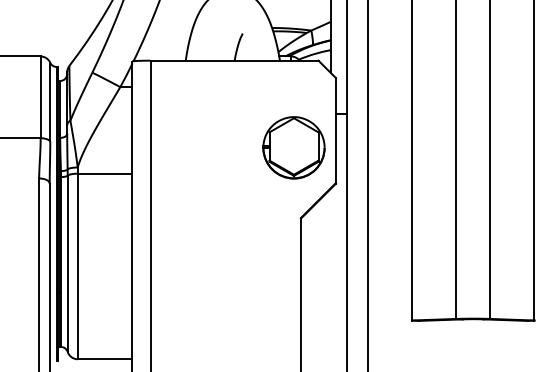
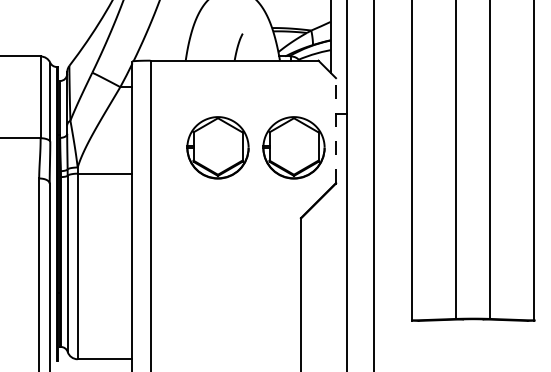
line at (336, 130): solid -> dashed
part at (217, 147): none -> present
line at (368, 185) position: (368, 185) -> (374, 185)
